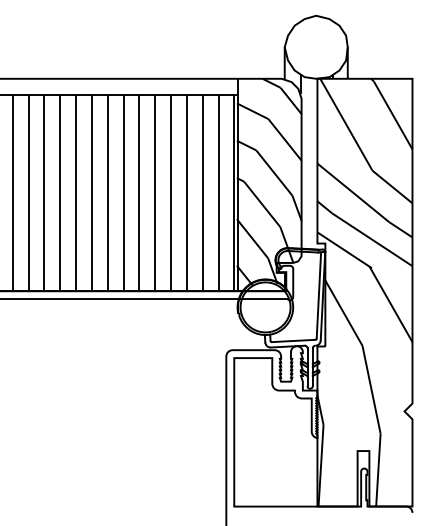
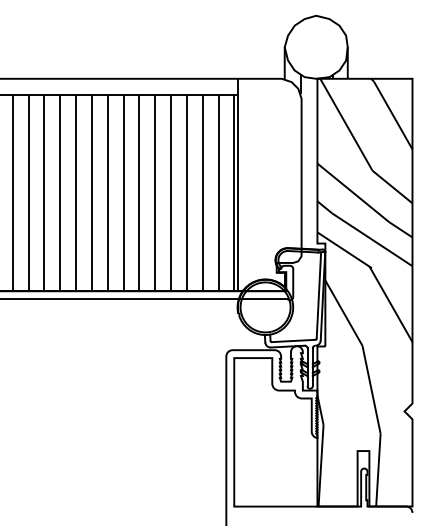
hatch at (268, 181): present -> none
